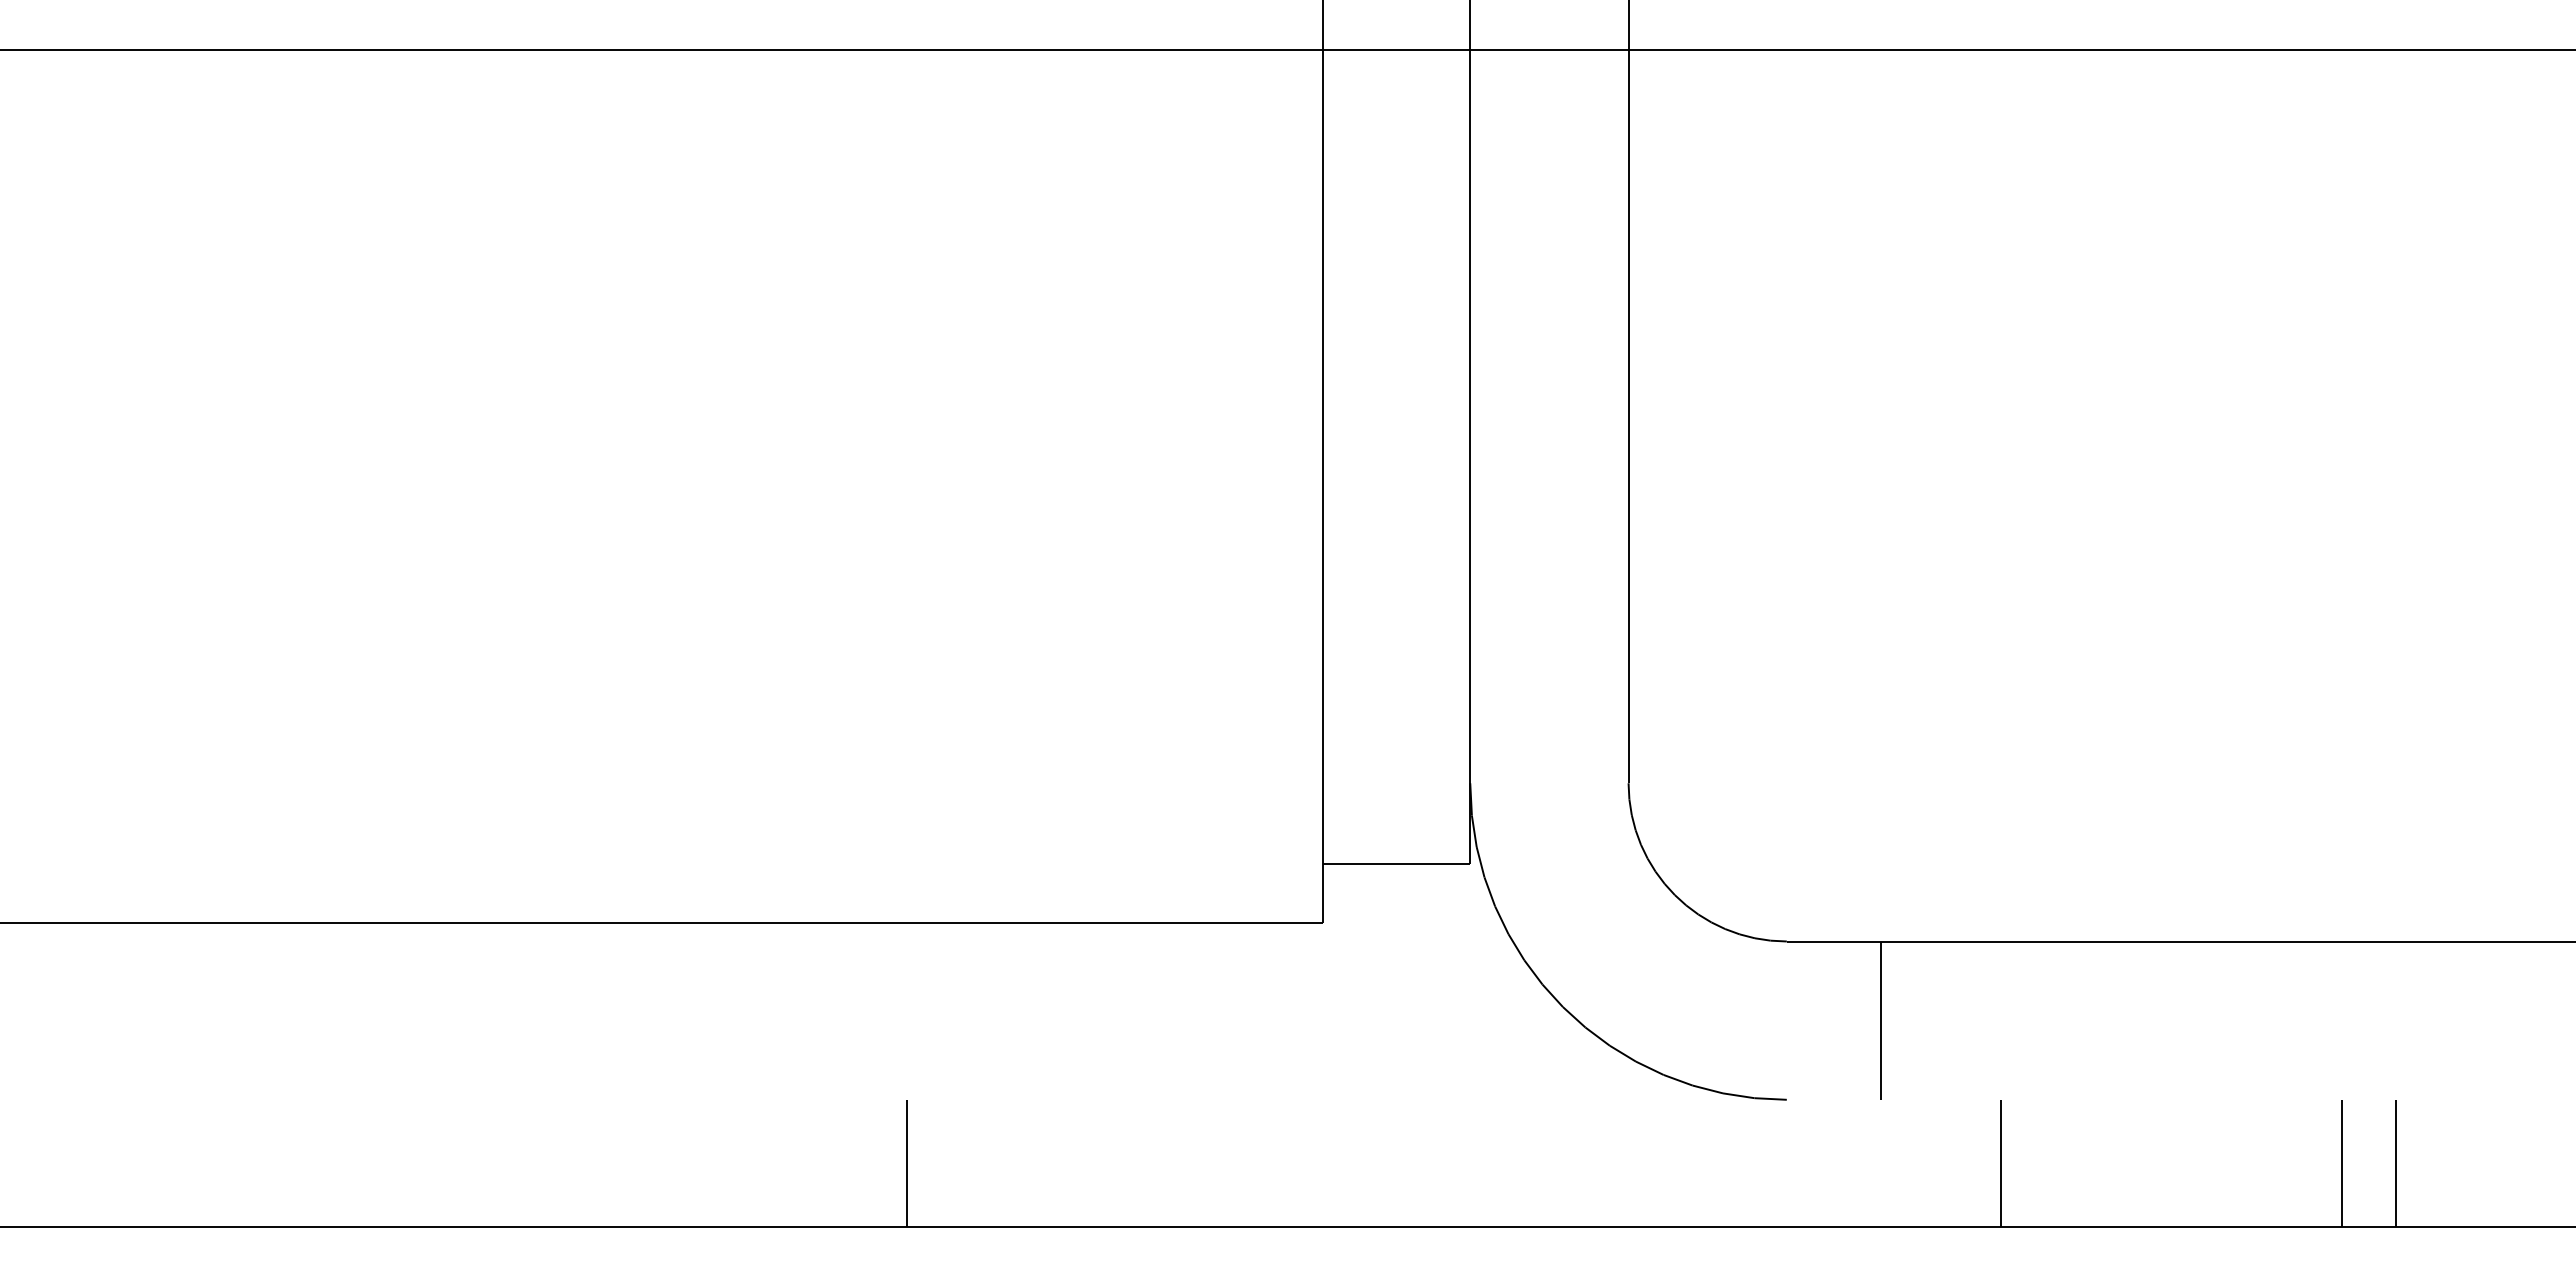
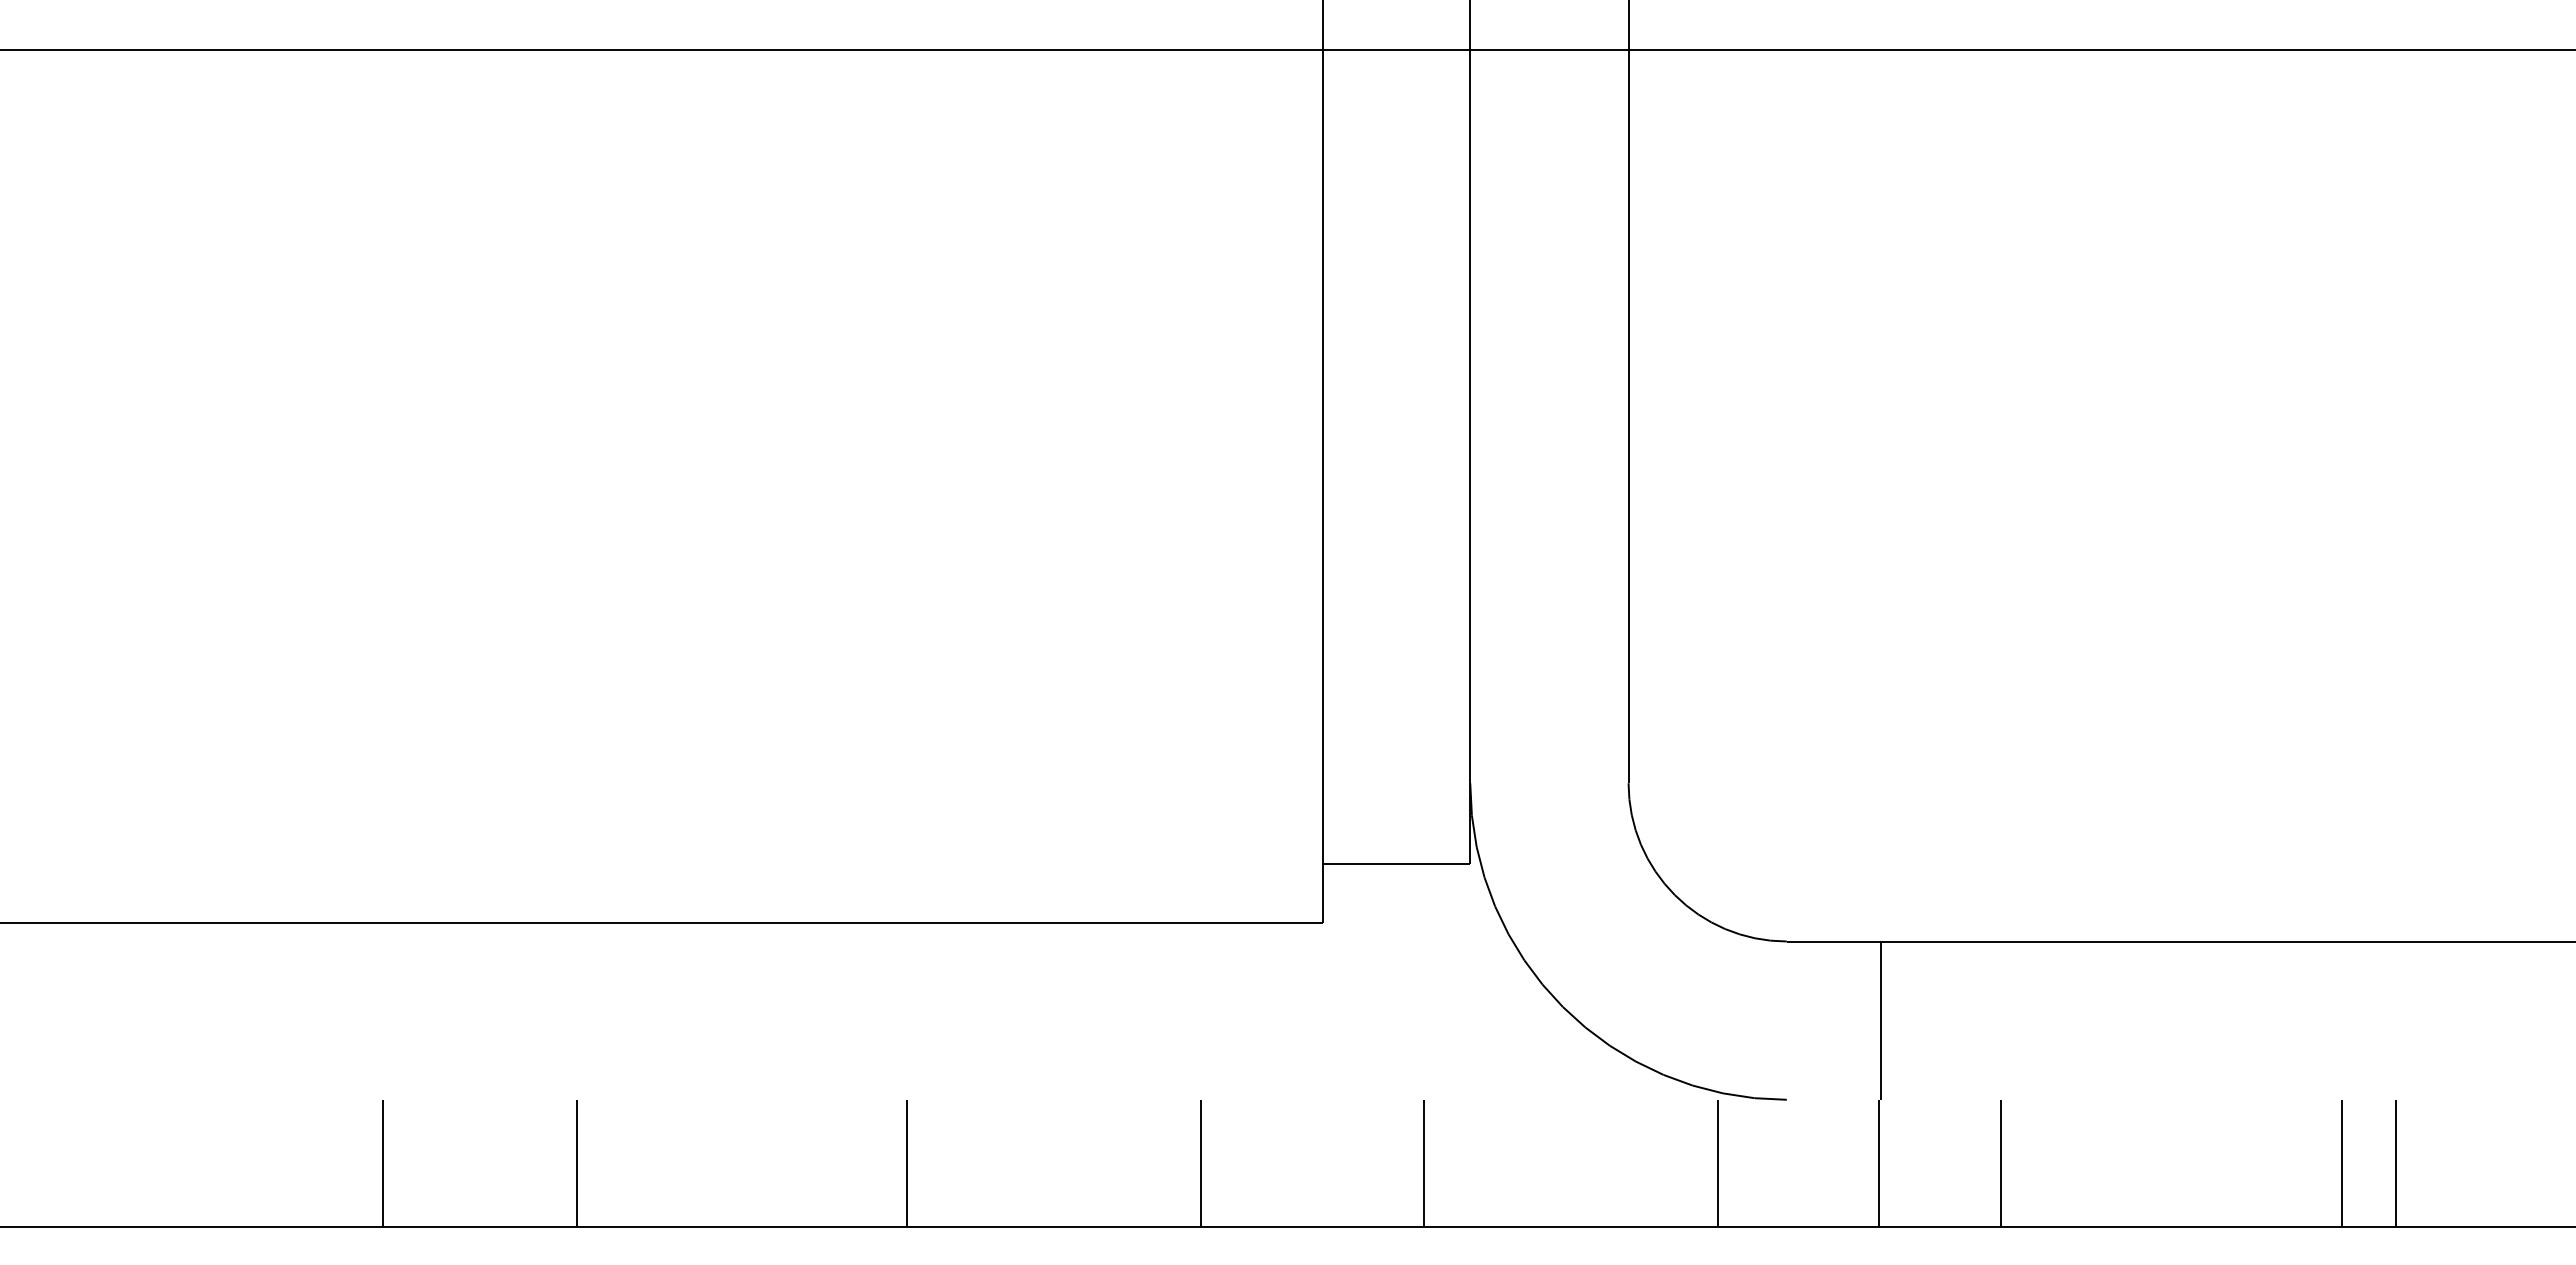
line at (382, 1162): none -> present
line at (577, 1162): none -> present
line at (1200, 1162): none -> present
line at (1424, 1162): none -> present
line at (1718, 1162): none -> present
line at (1878, 1162): none -> present
